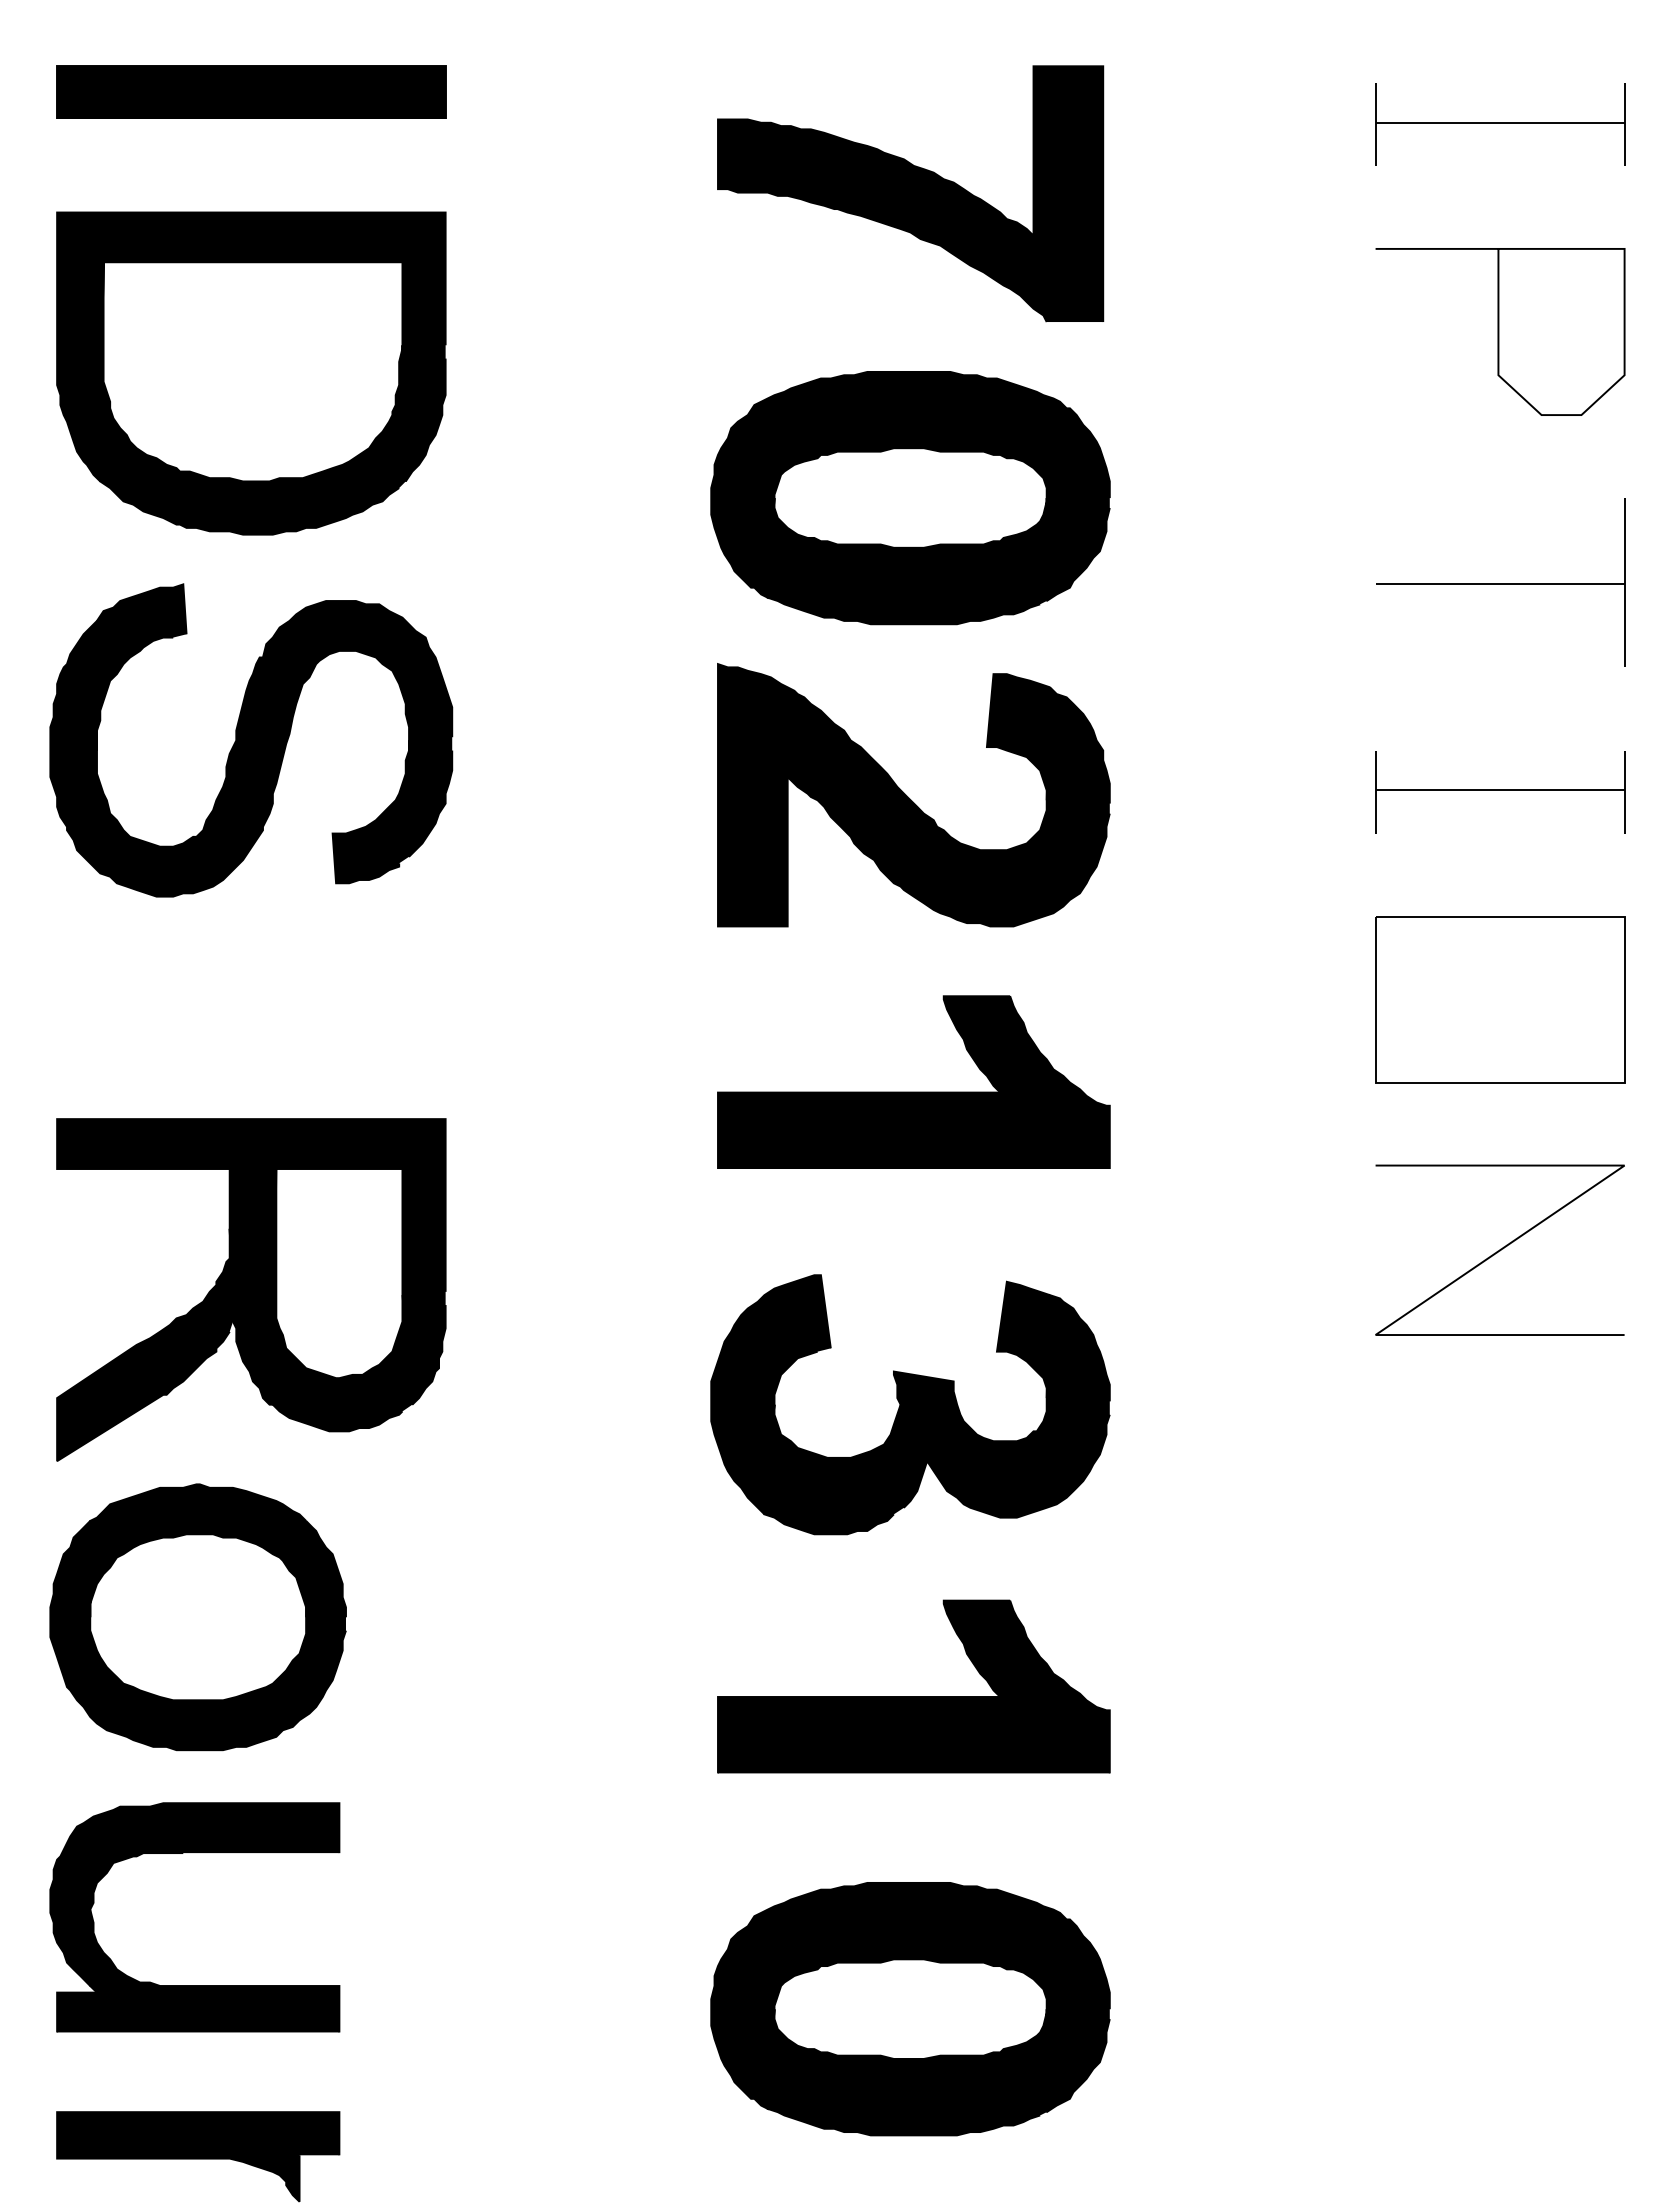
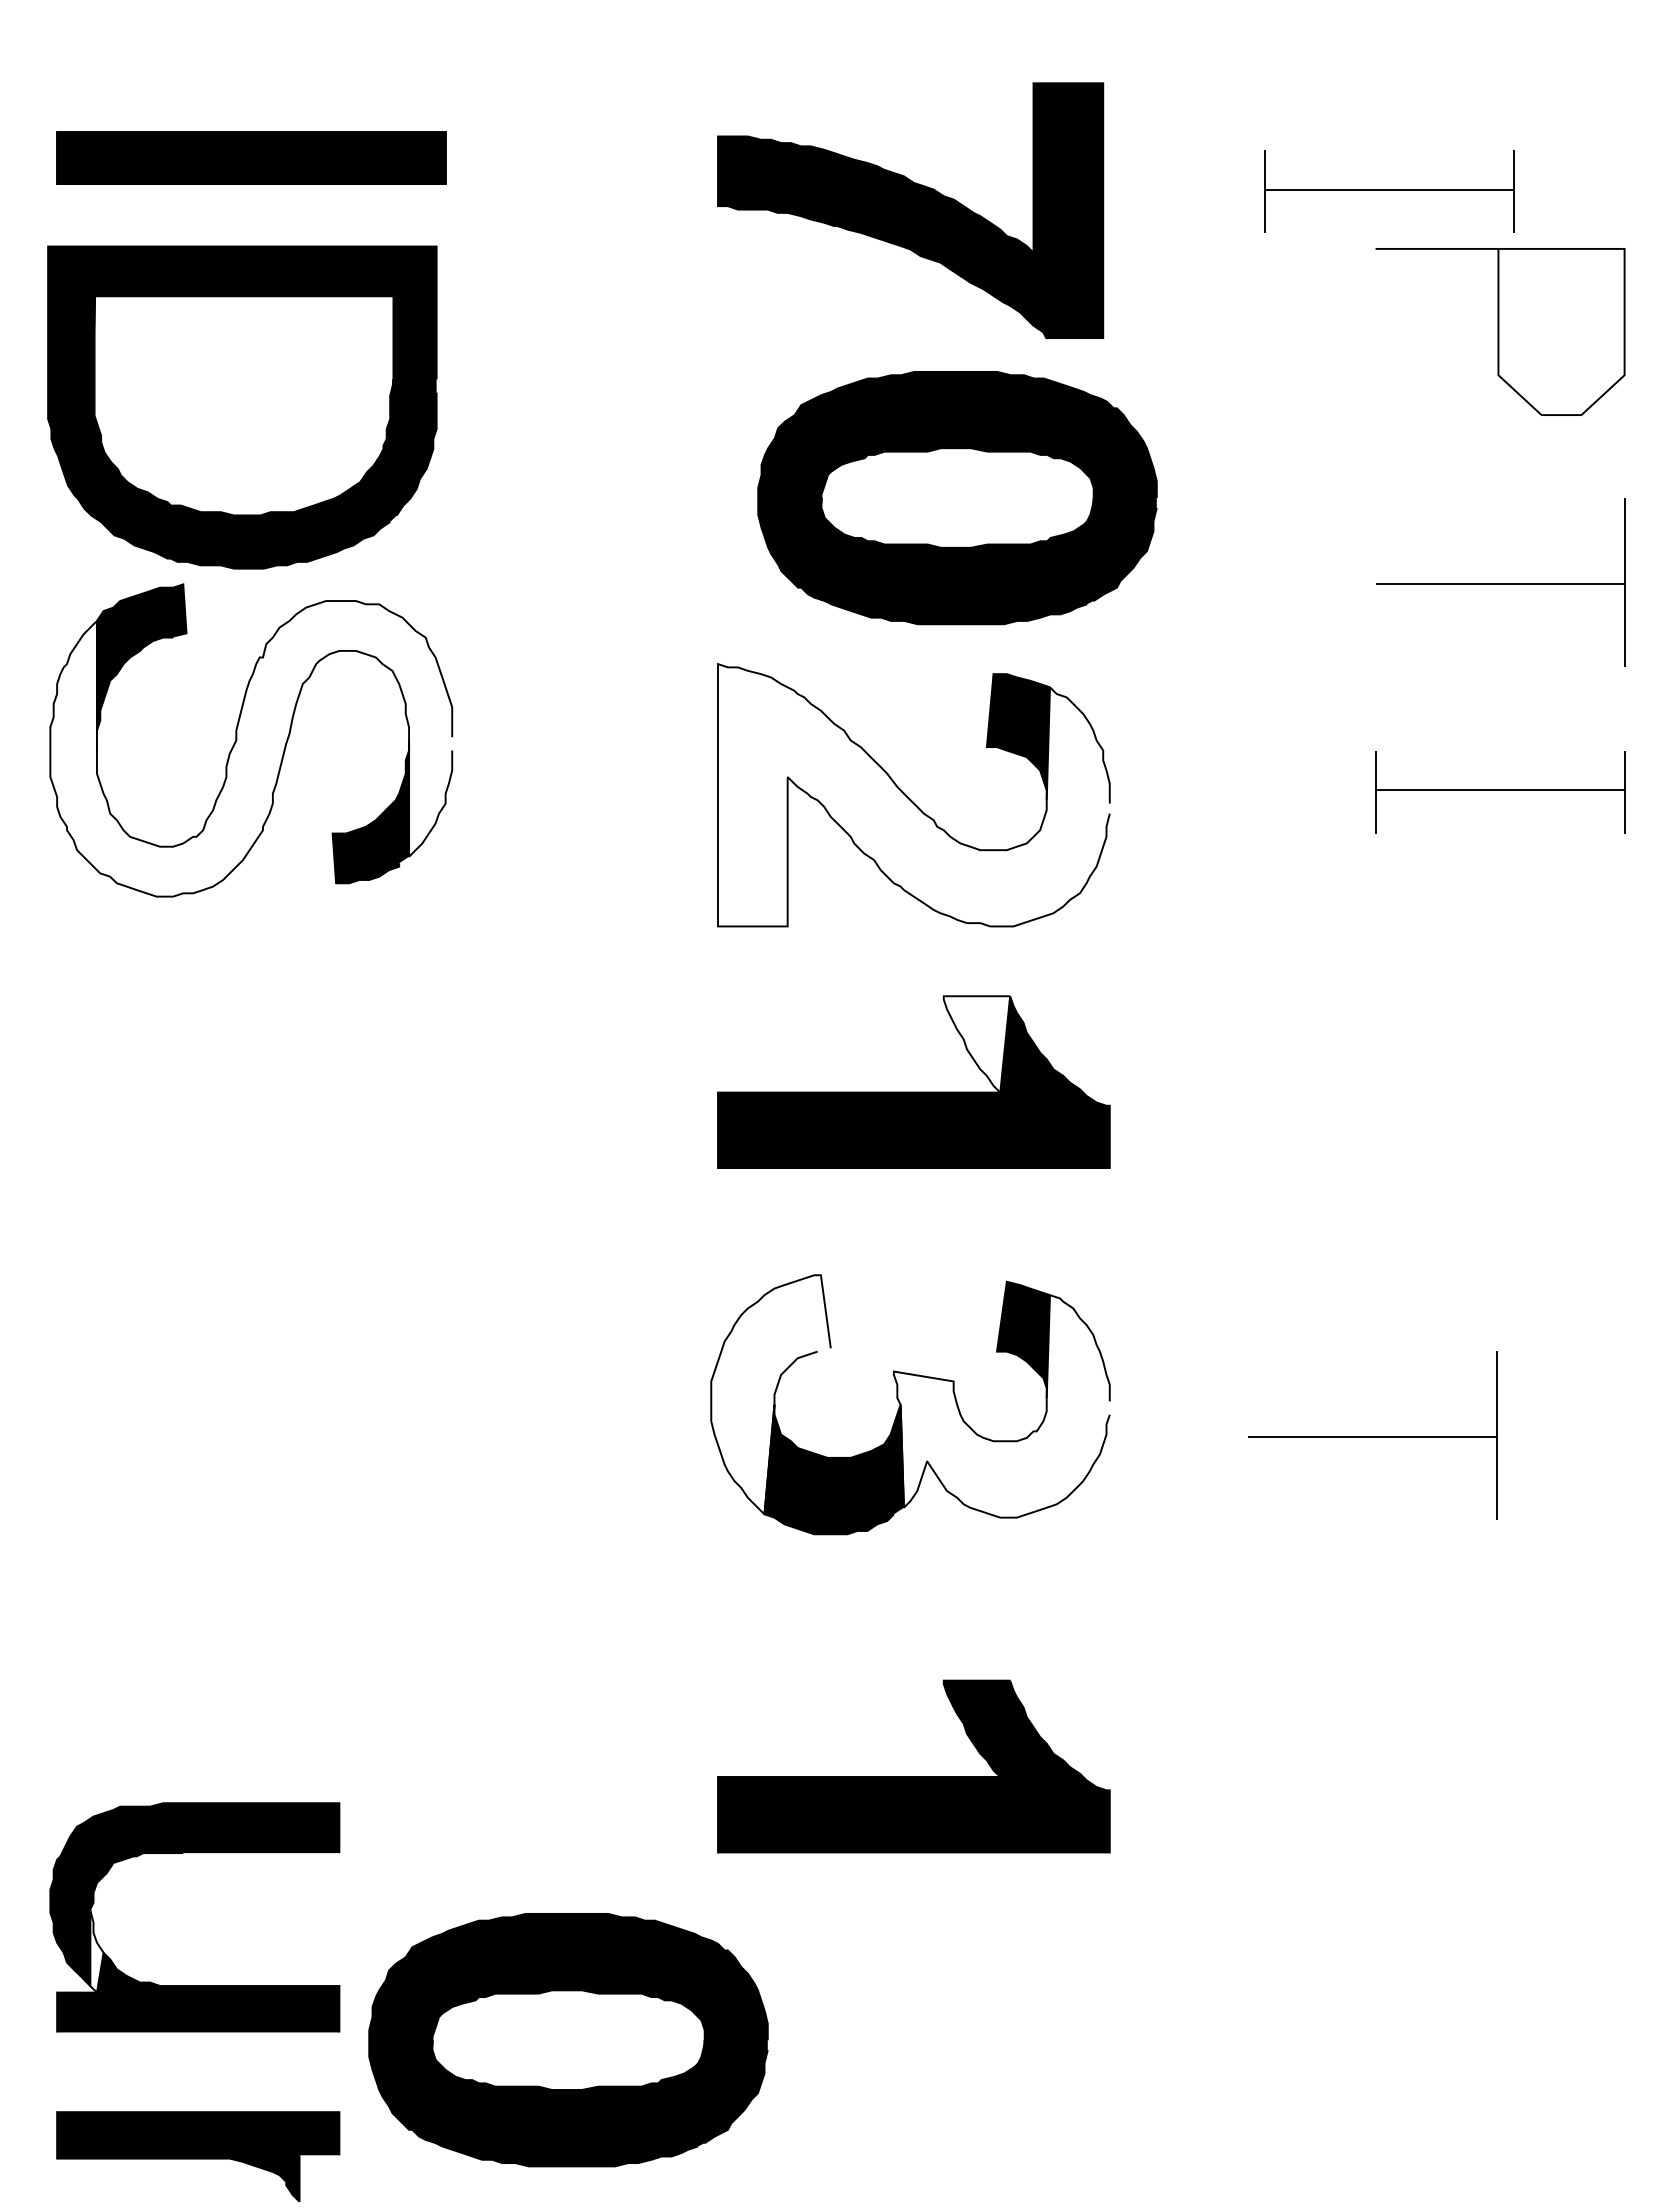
part at (251, 91) position: (251, 91) -> (251, 157)
part at (1500, 124) position: (1500, 124) -> (1389, 191)
part at (910, 193) position: (910, 193) -> (910, 210)
part at (251, 373) position: (251, 373) -> (242, 407)
part at (910, 498) position: (910, 498) -> (957, 498)
fill at (251, 748): present -> none
fill at (913, 795): present -> none
part at (1500, 999): present -> none
fill at (976, 1044): present -> none
line at (1499, 1249): present -> none
part at (251, 1289): present -> none
fill at (770, 1394): present -> none
fill at (1001, 1406): present -> none
part at (1372, 1435): none -> present
part at (197, 1617): present -> none
part at (913, 1696) position: (913, 1696) -> (913, 1776)
fill at (96, 1950): present -> none
part at (910, 2009) position: (910, 2009) -> (568, 2040)
